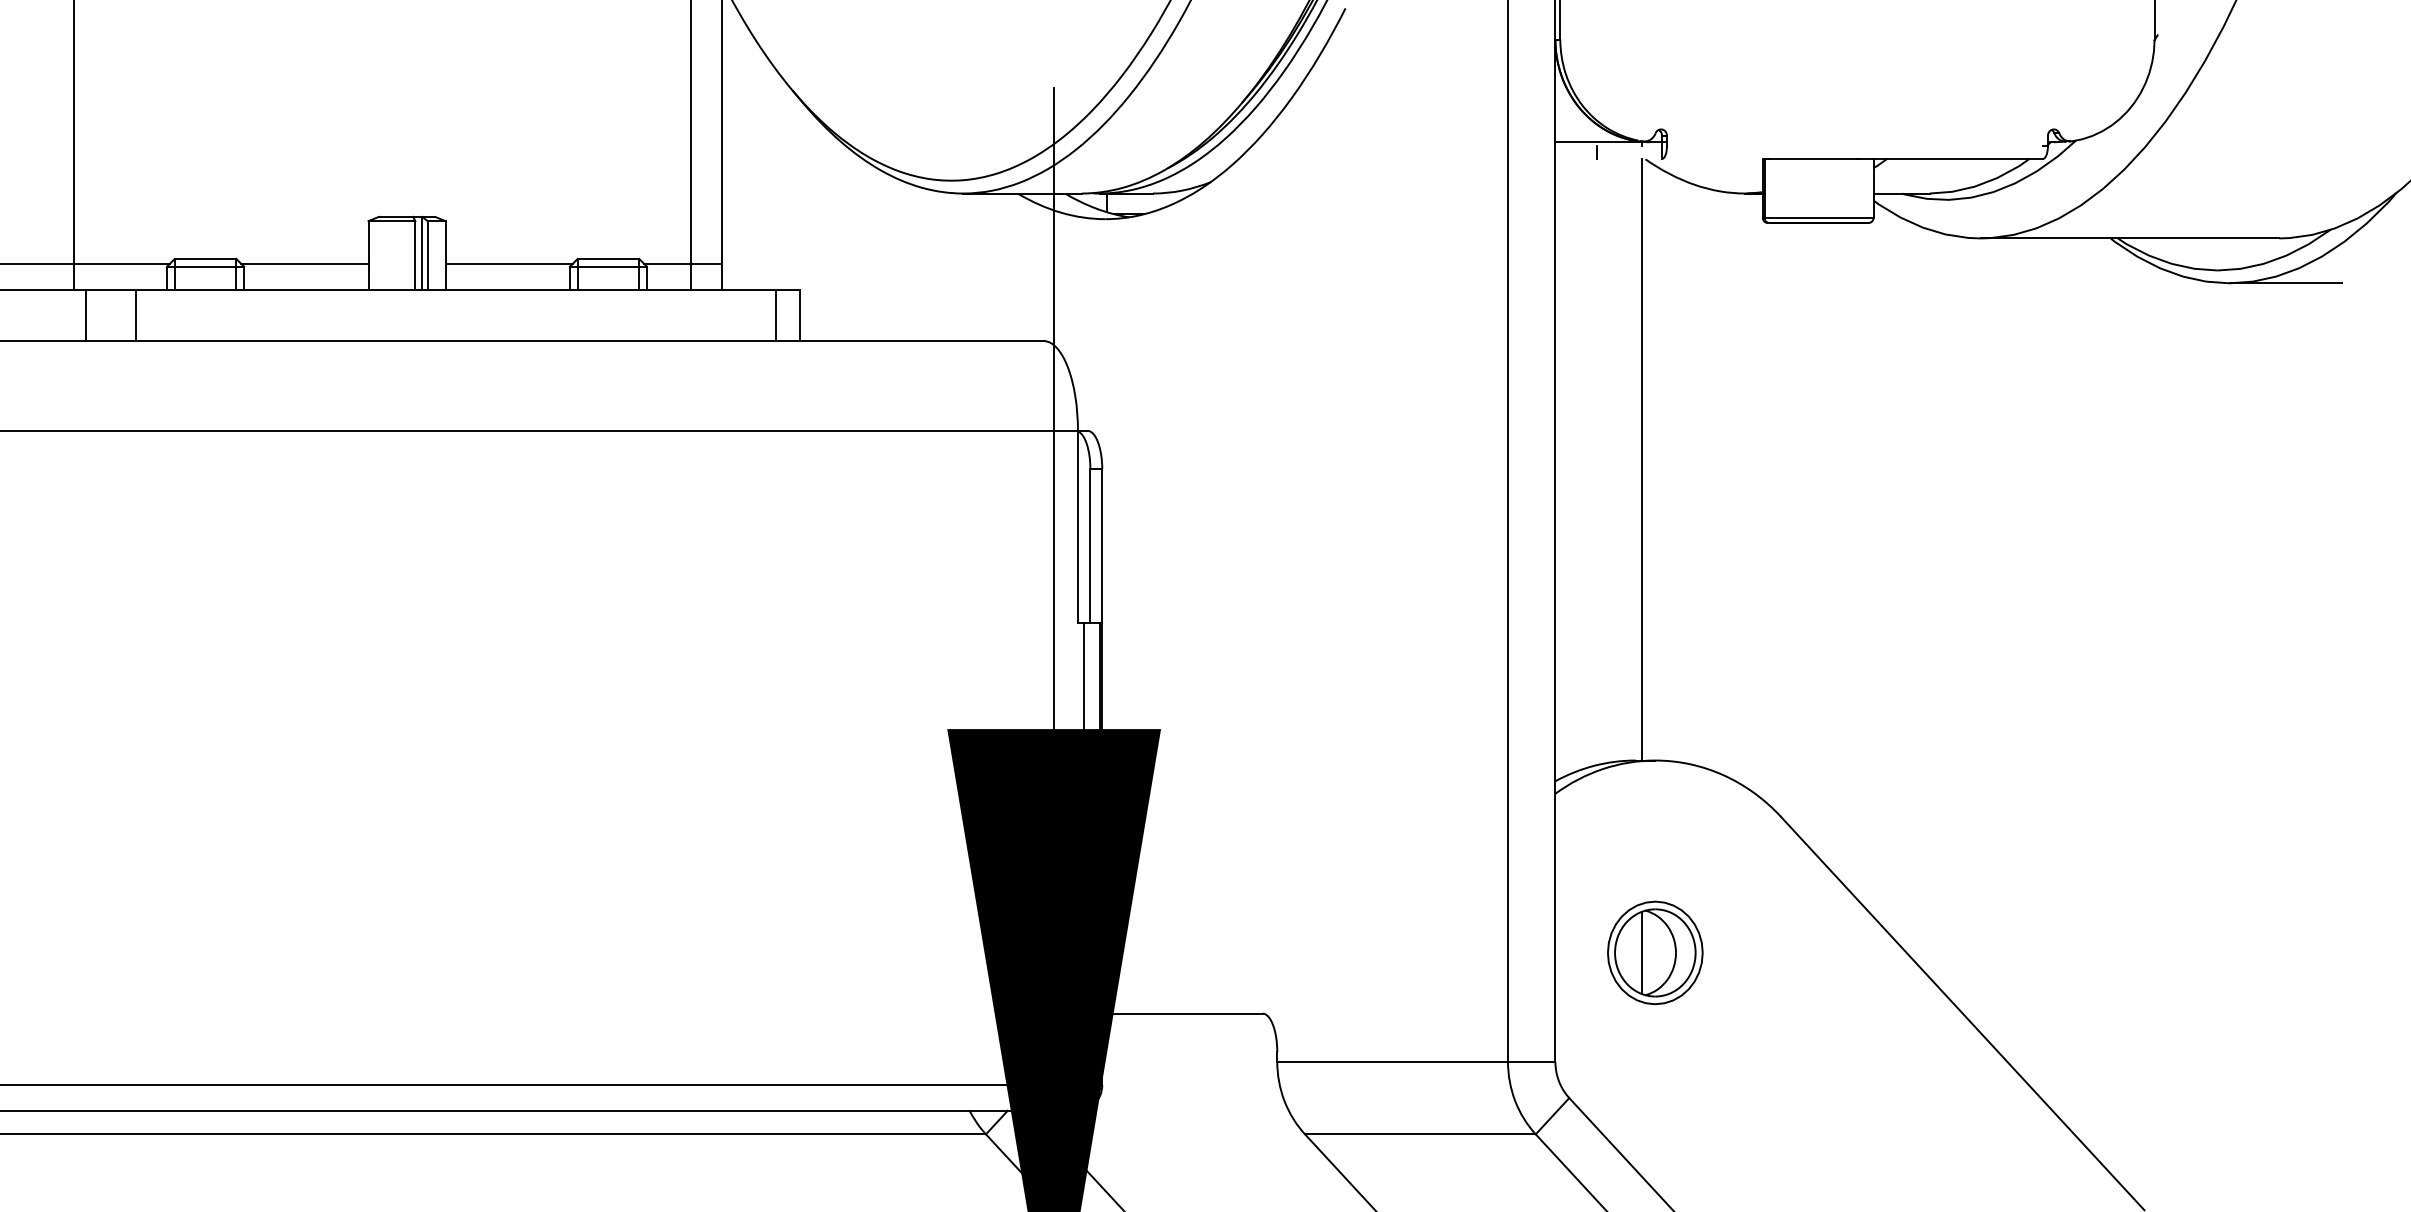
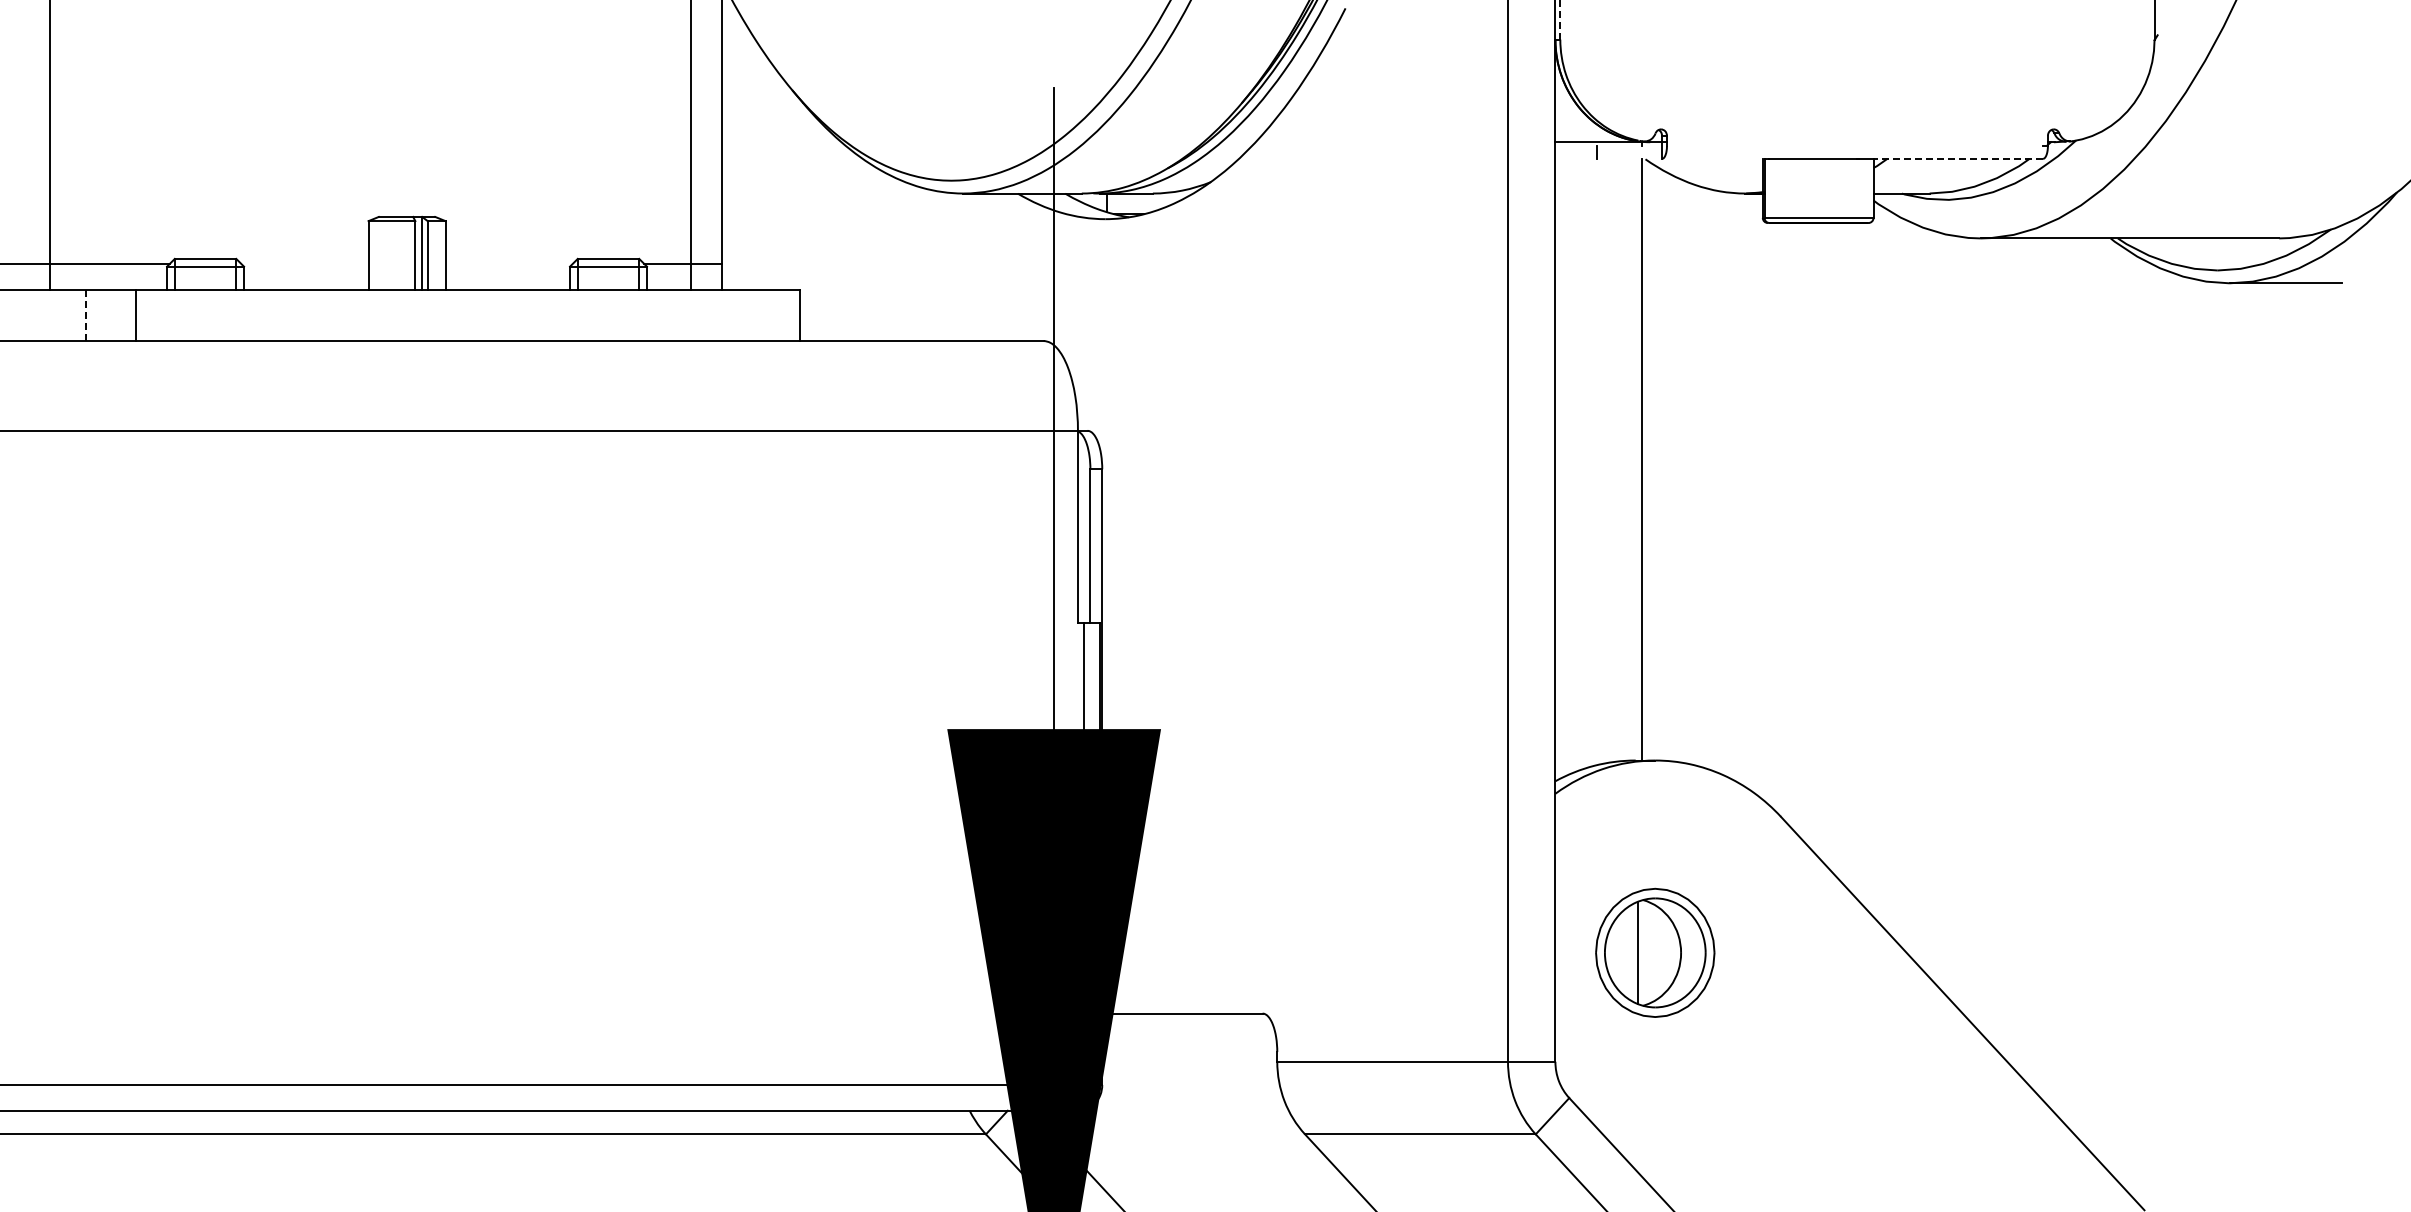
line at (1560, 19): solid -> dashed
line at (74, 145) position: (74, 145) -> (50, 145)
line at (1958, 158): solid -> dashed
line at (304, 264): present -> none
line at (508, 264): present -> none
line at (85, 315): solid -> dashed
line at (776, 315): present -> none
part at (1655, 952) size: 97x106 px -> 121x131 px
